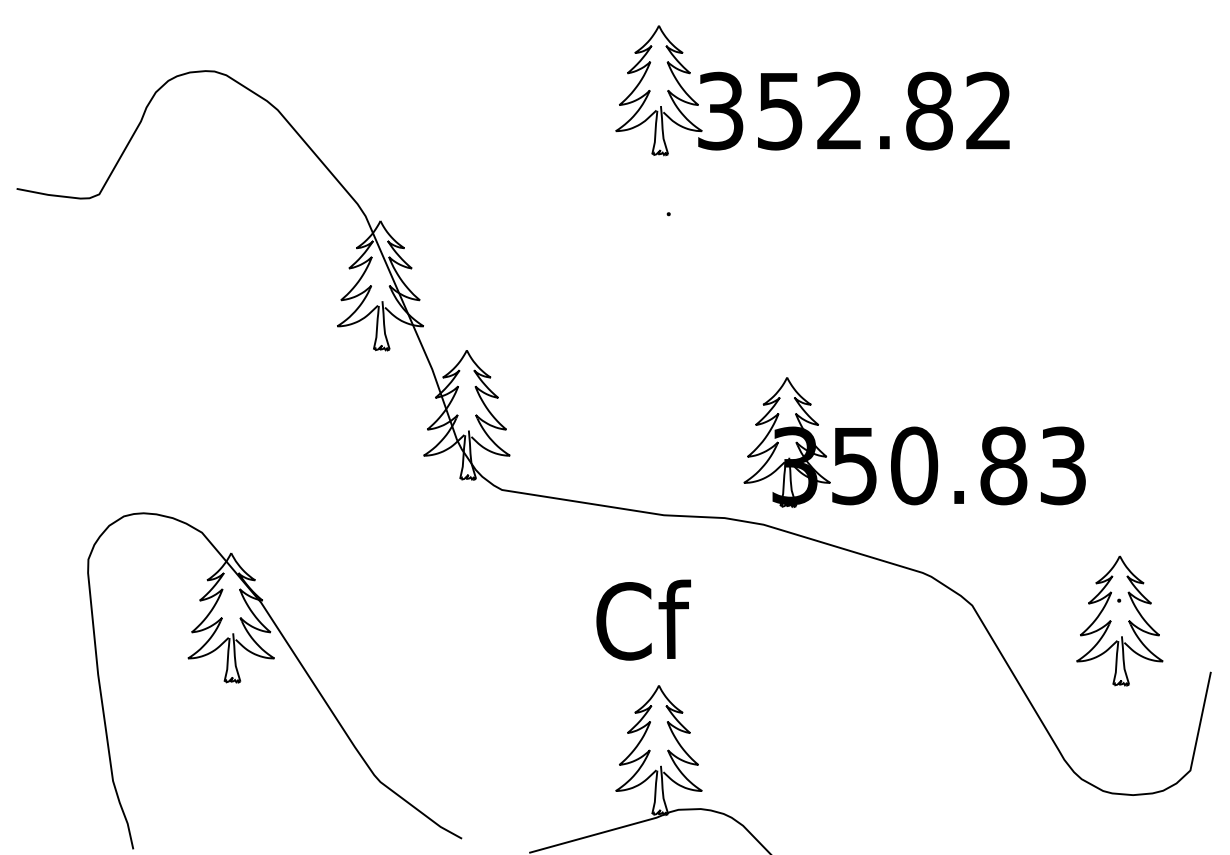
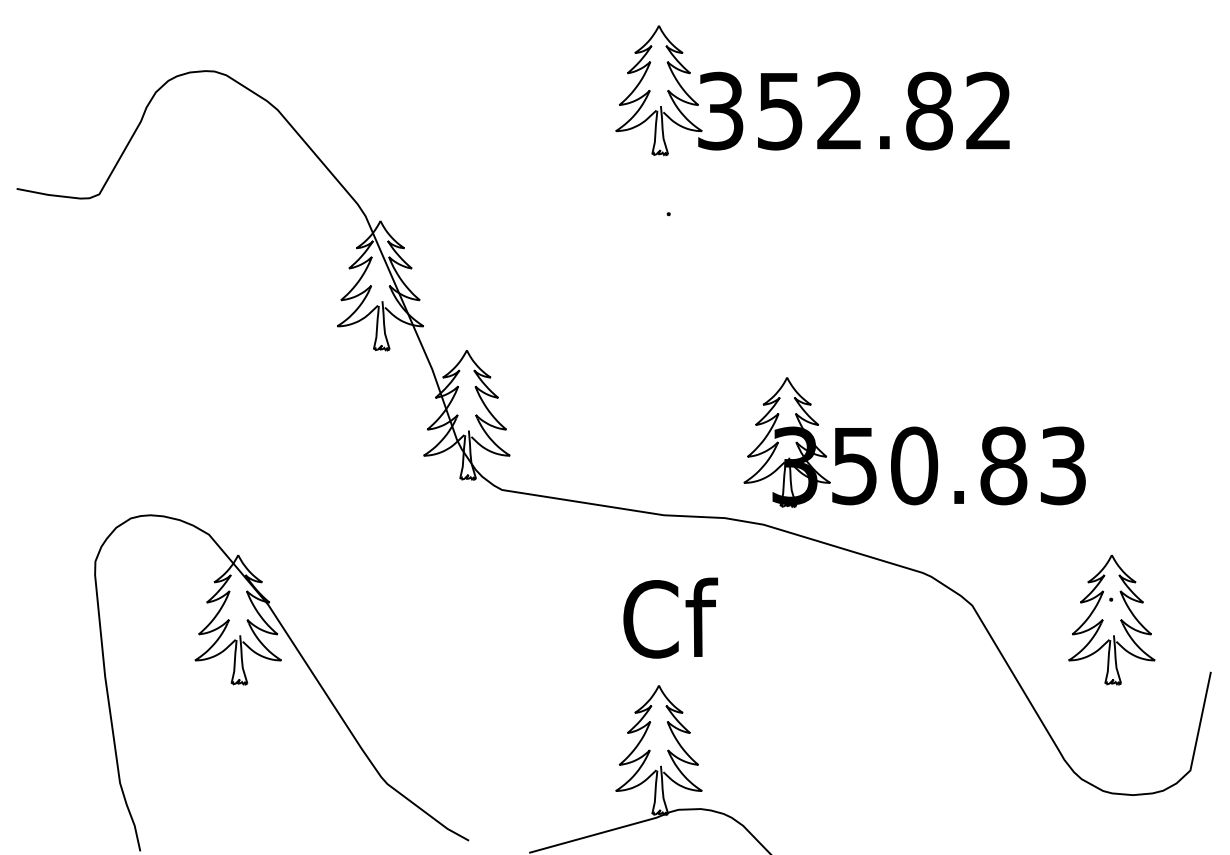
text at (643, 619) position: (643, 619) -> (670, 617)
part at (1119, 620) position: (1119, 620) -> (1111, 619)
part at (274, 659) position: (274, 659) -> (281, 661)
